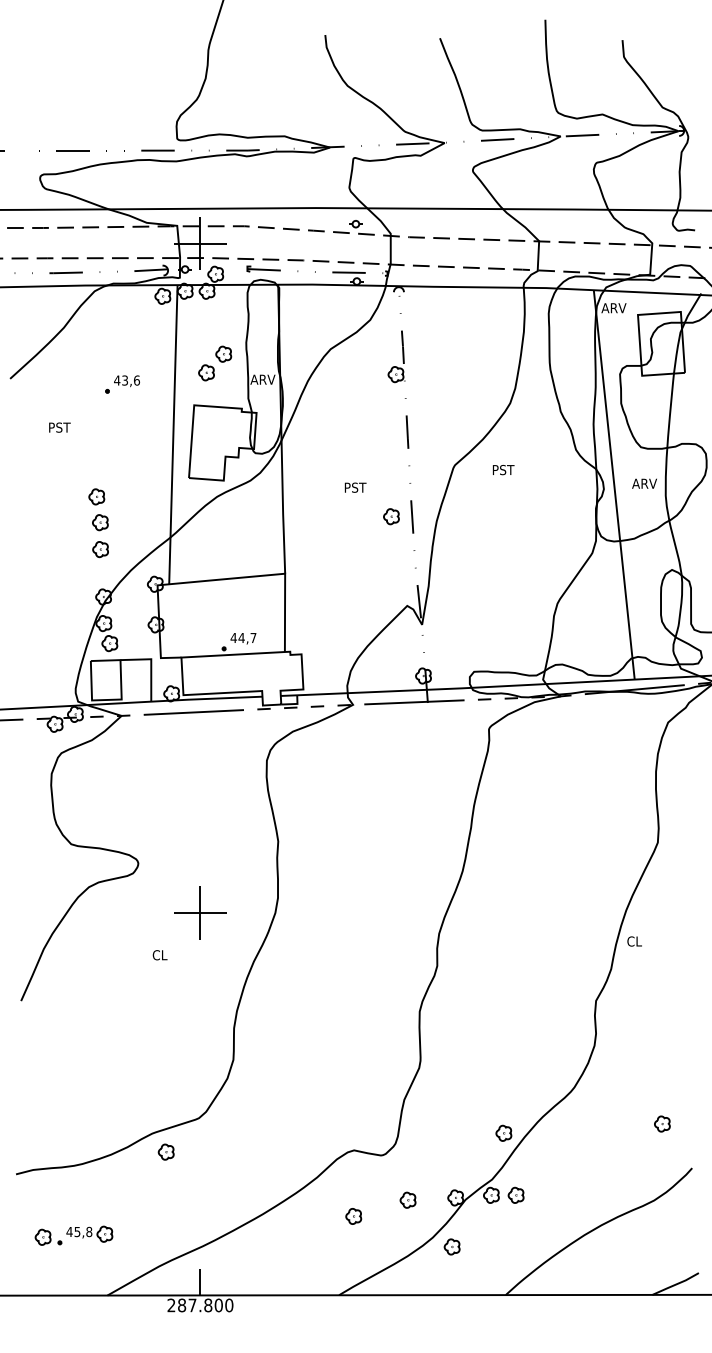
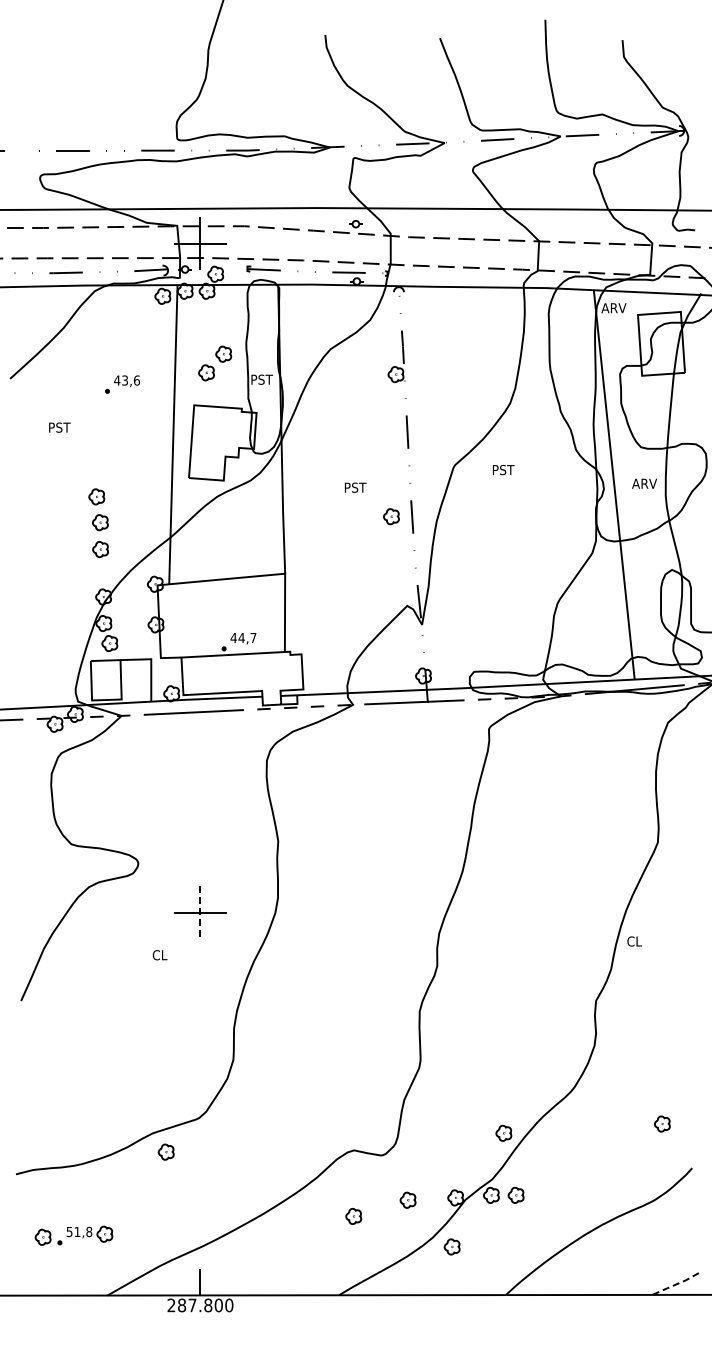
text at (262, 379): ARV -> PST
line at (200, 912): solid -> dashed
text at (73, 1232): 45,8 -> 51,8
line at (675, 1284): solid -> dashed
